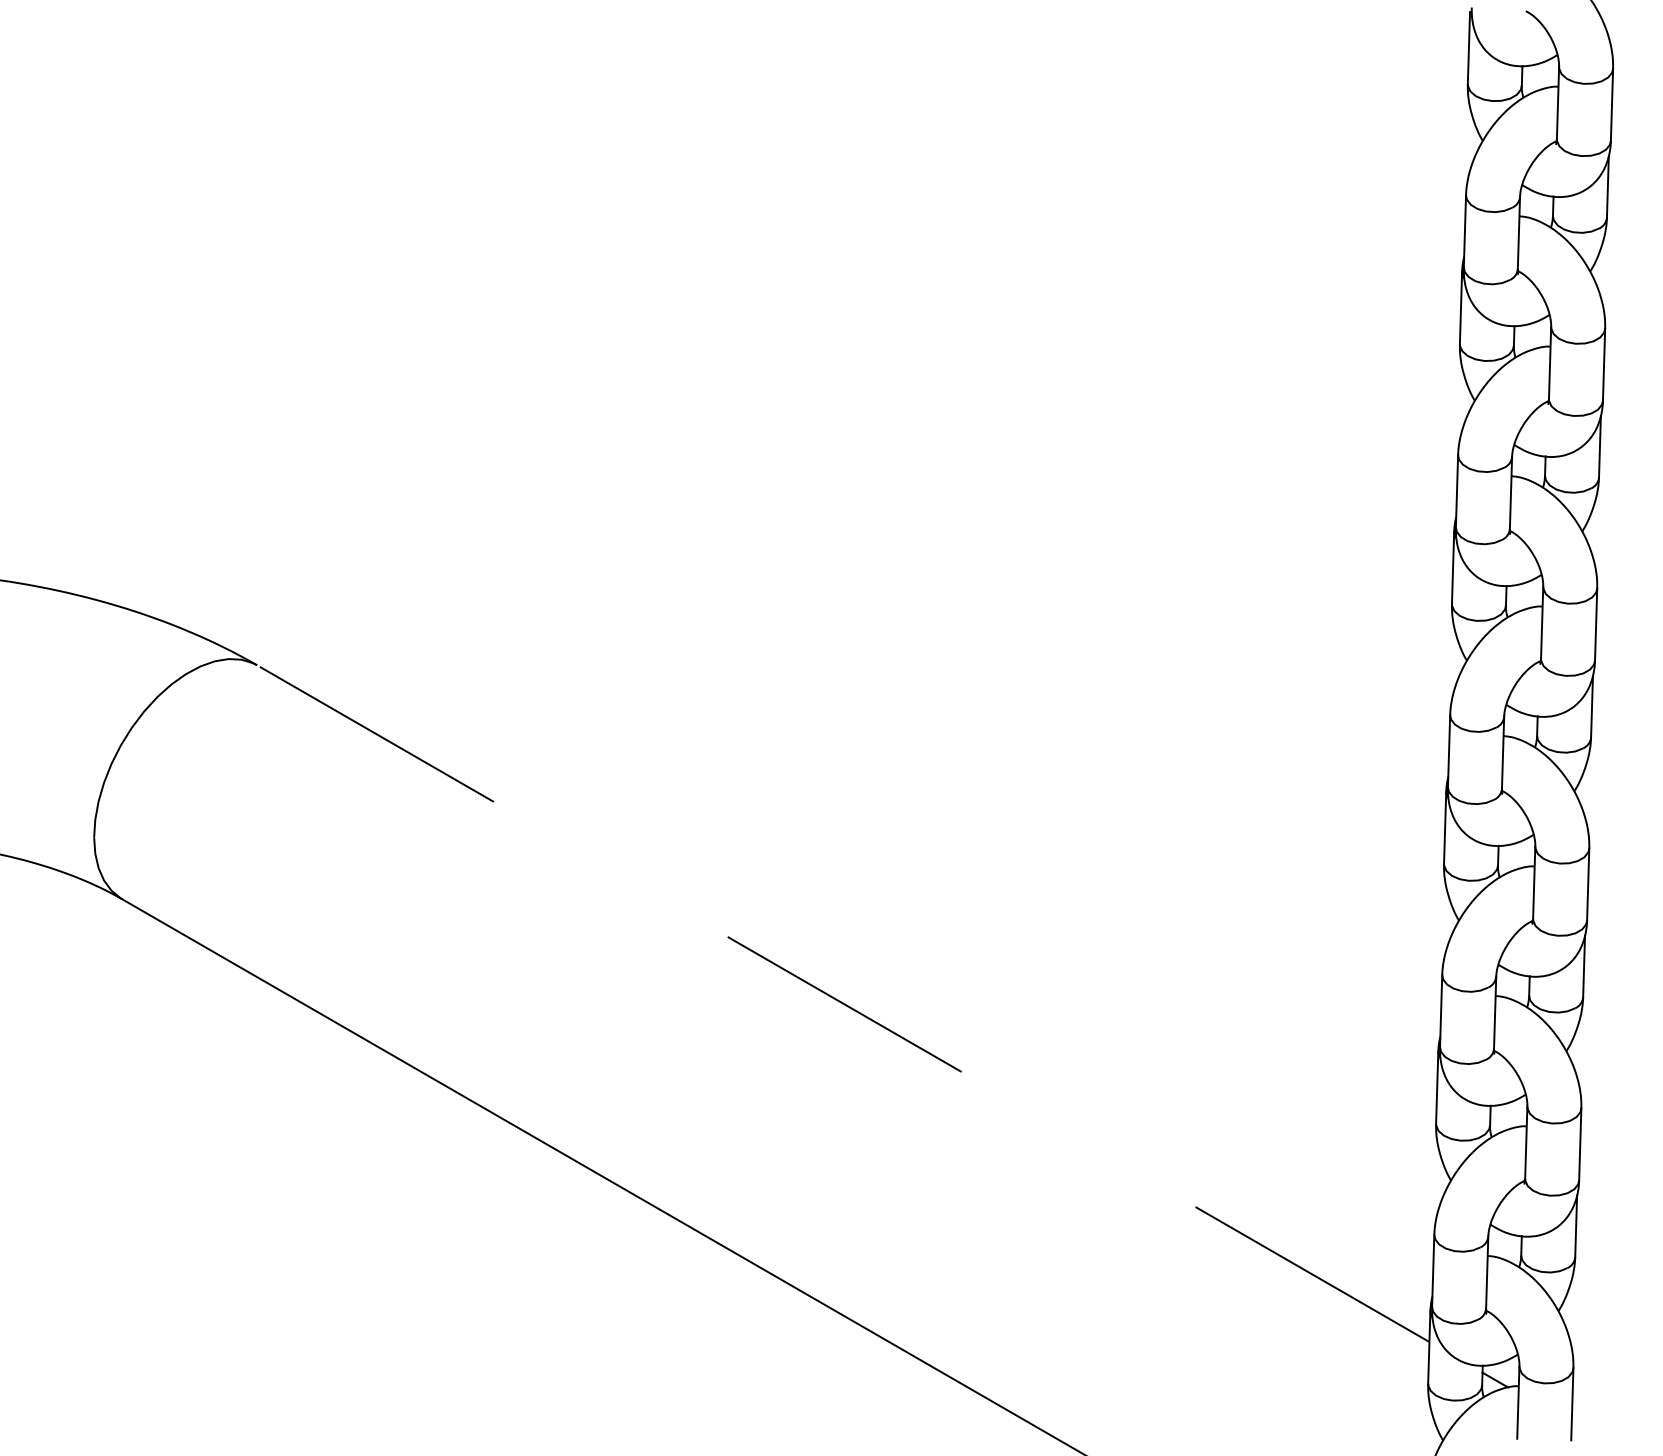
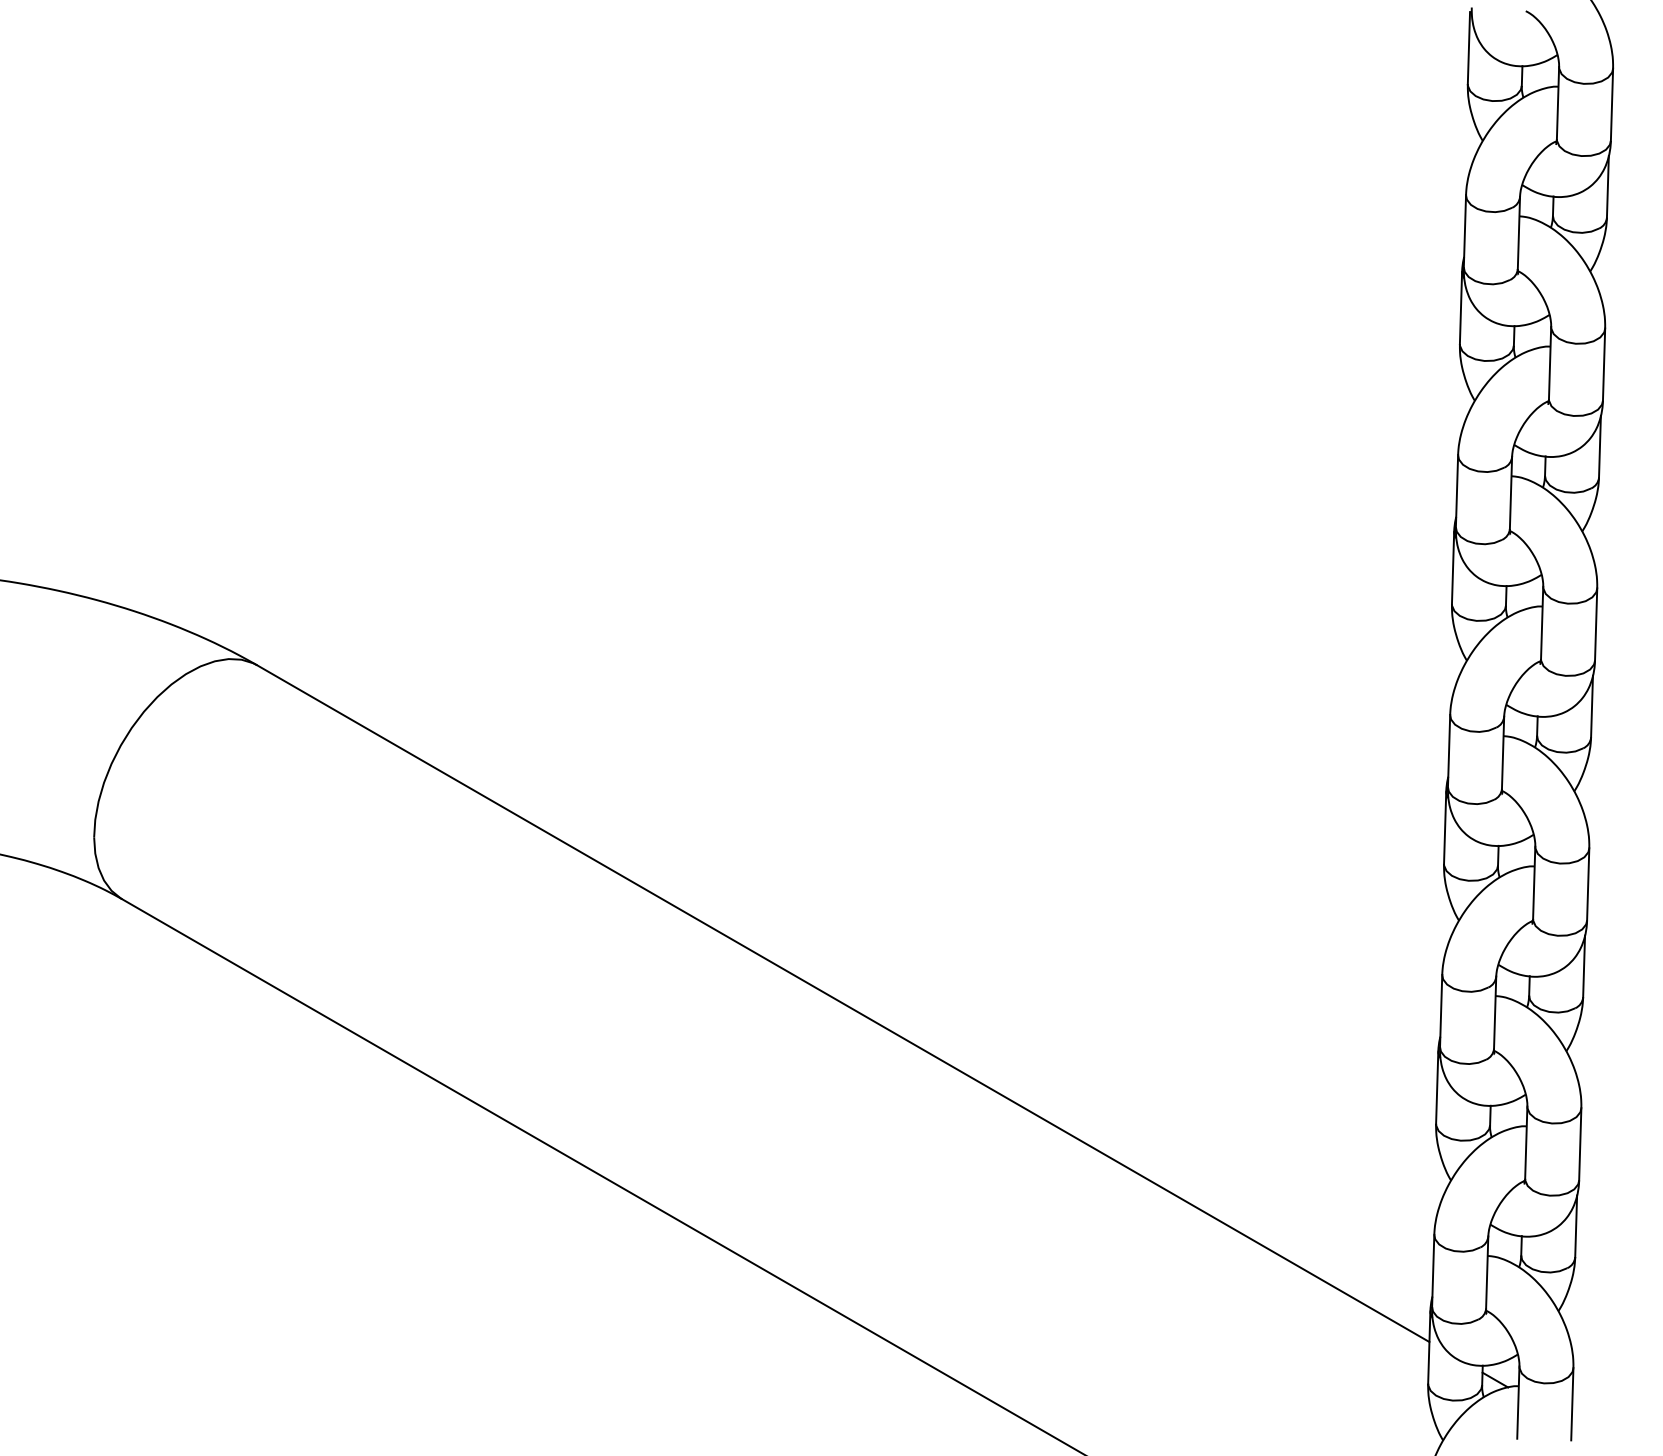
line at (843, 1003): dashed -> solid
